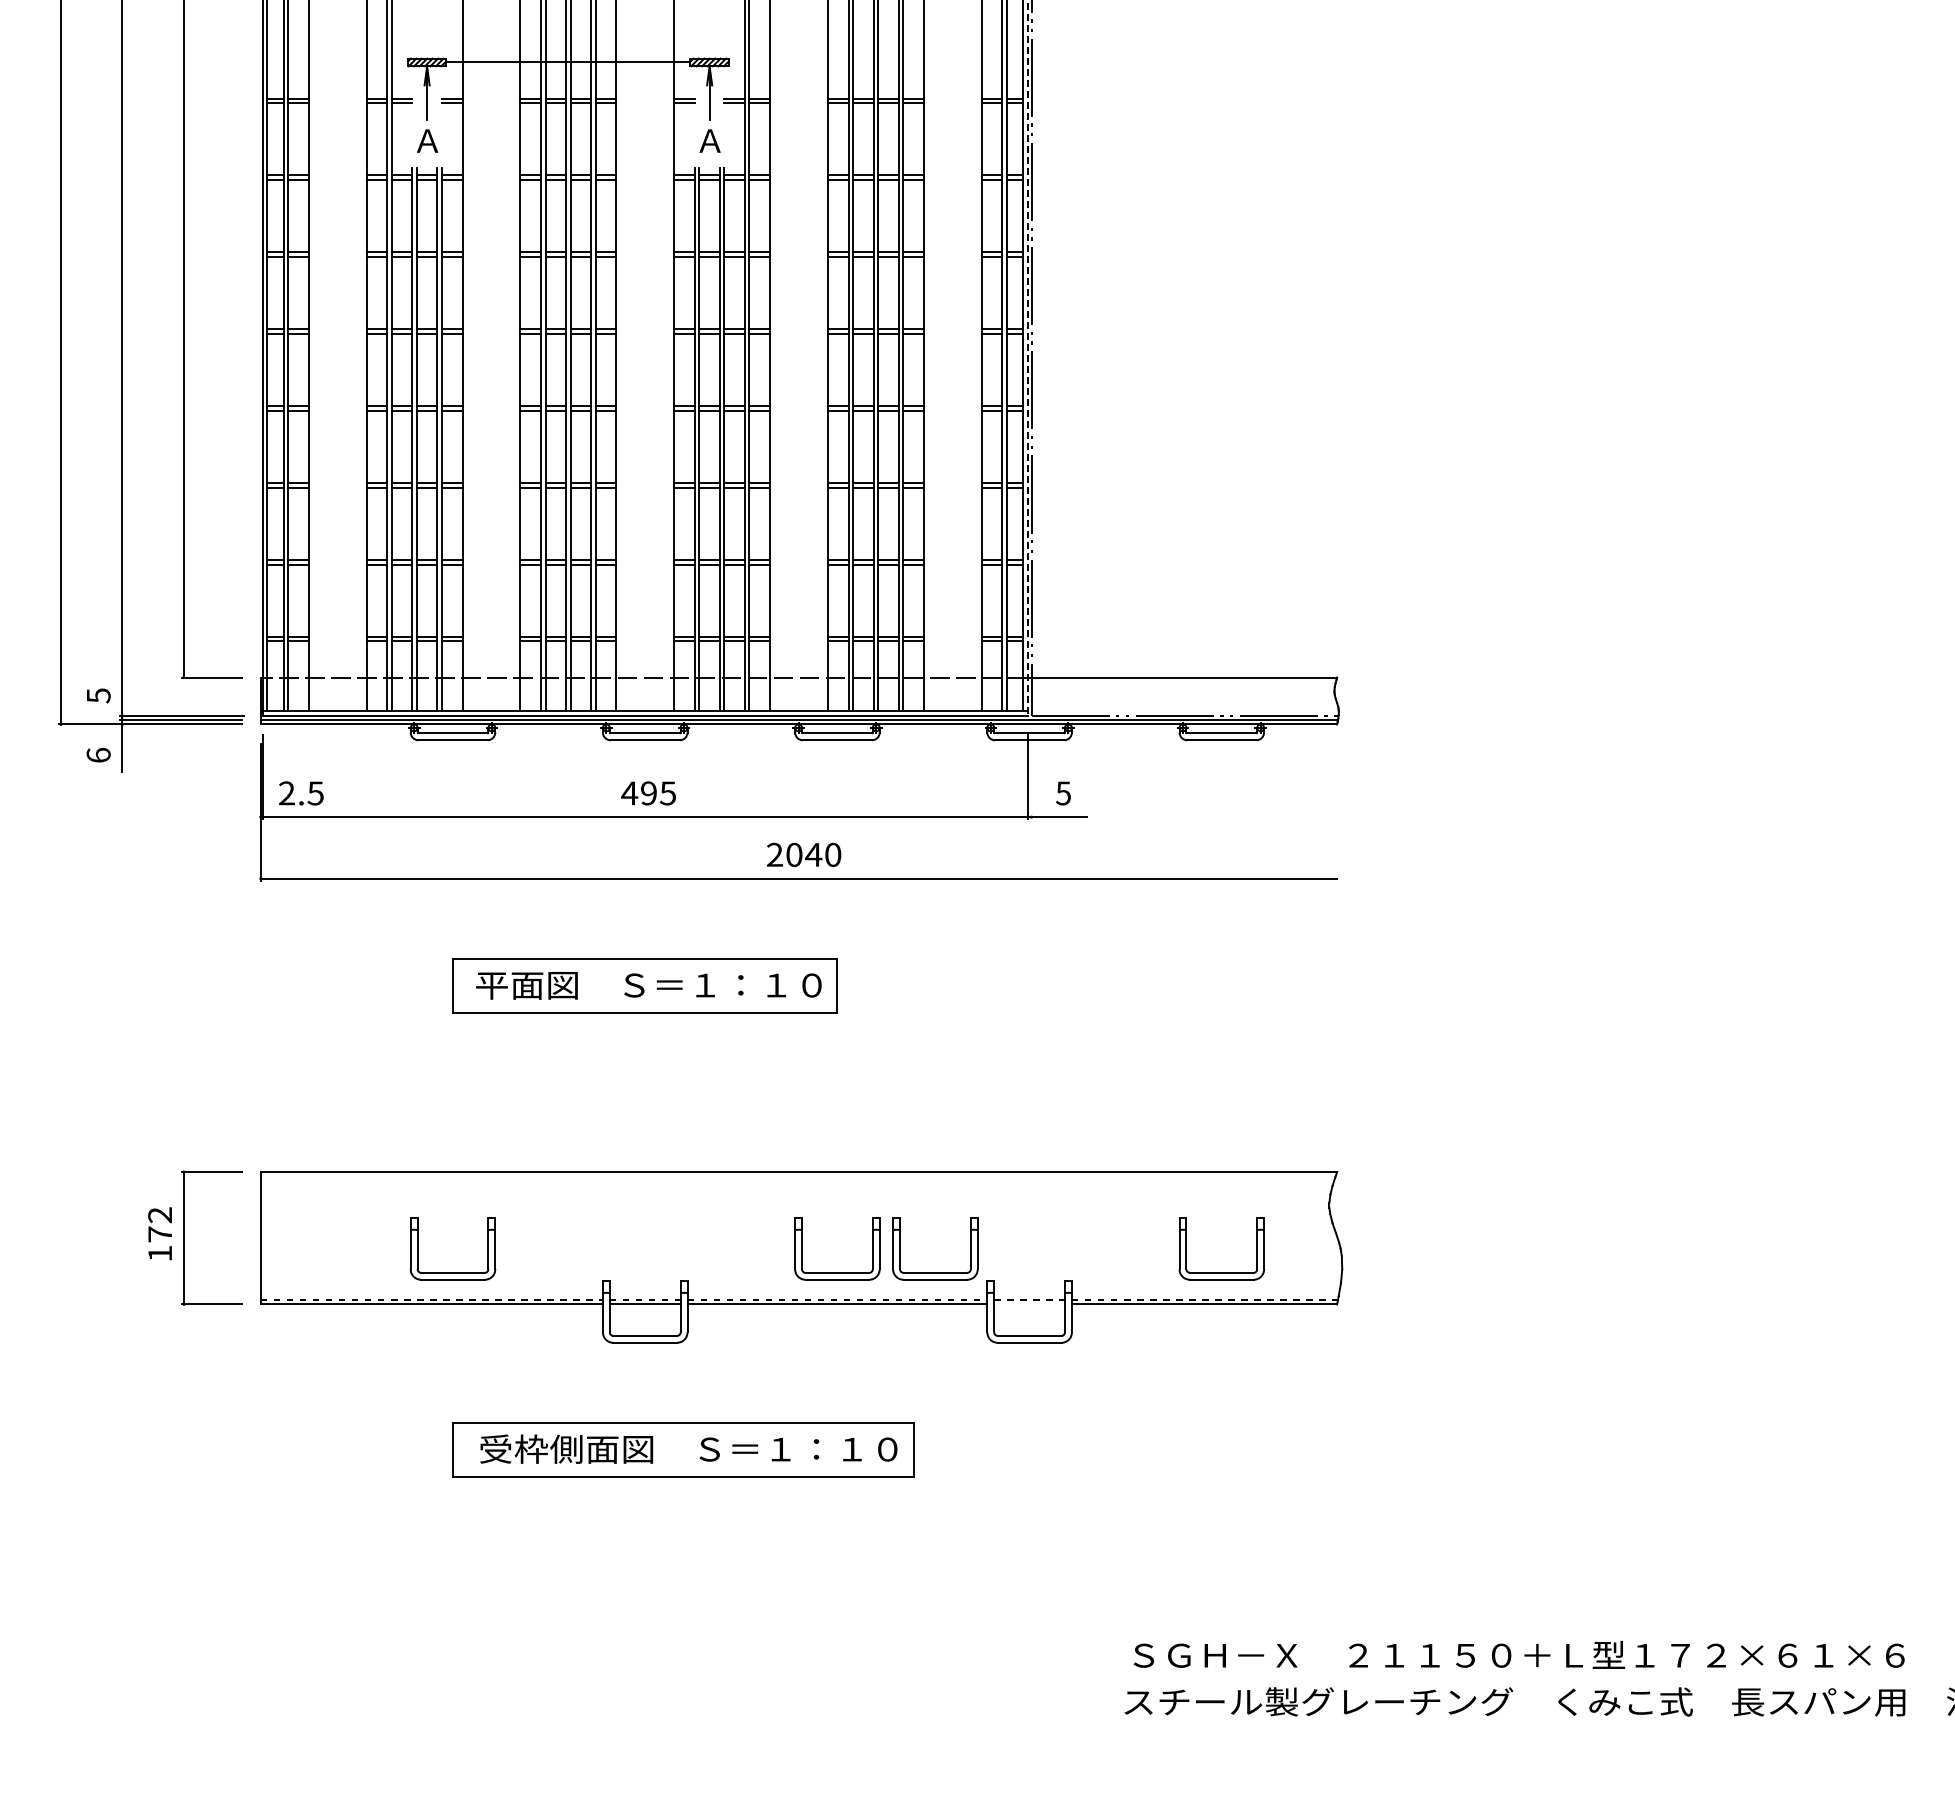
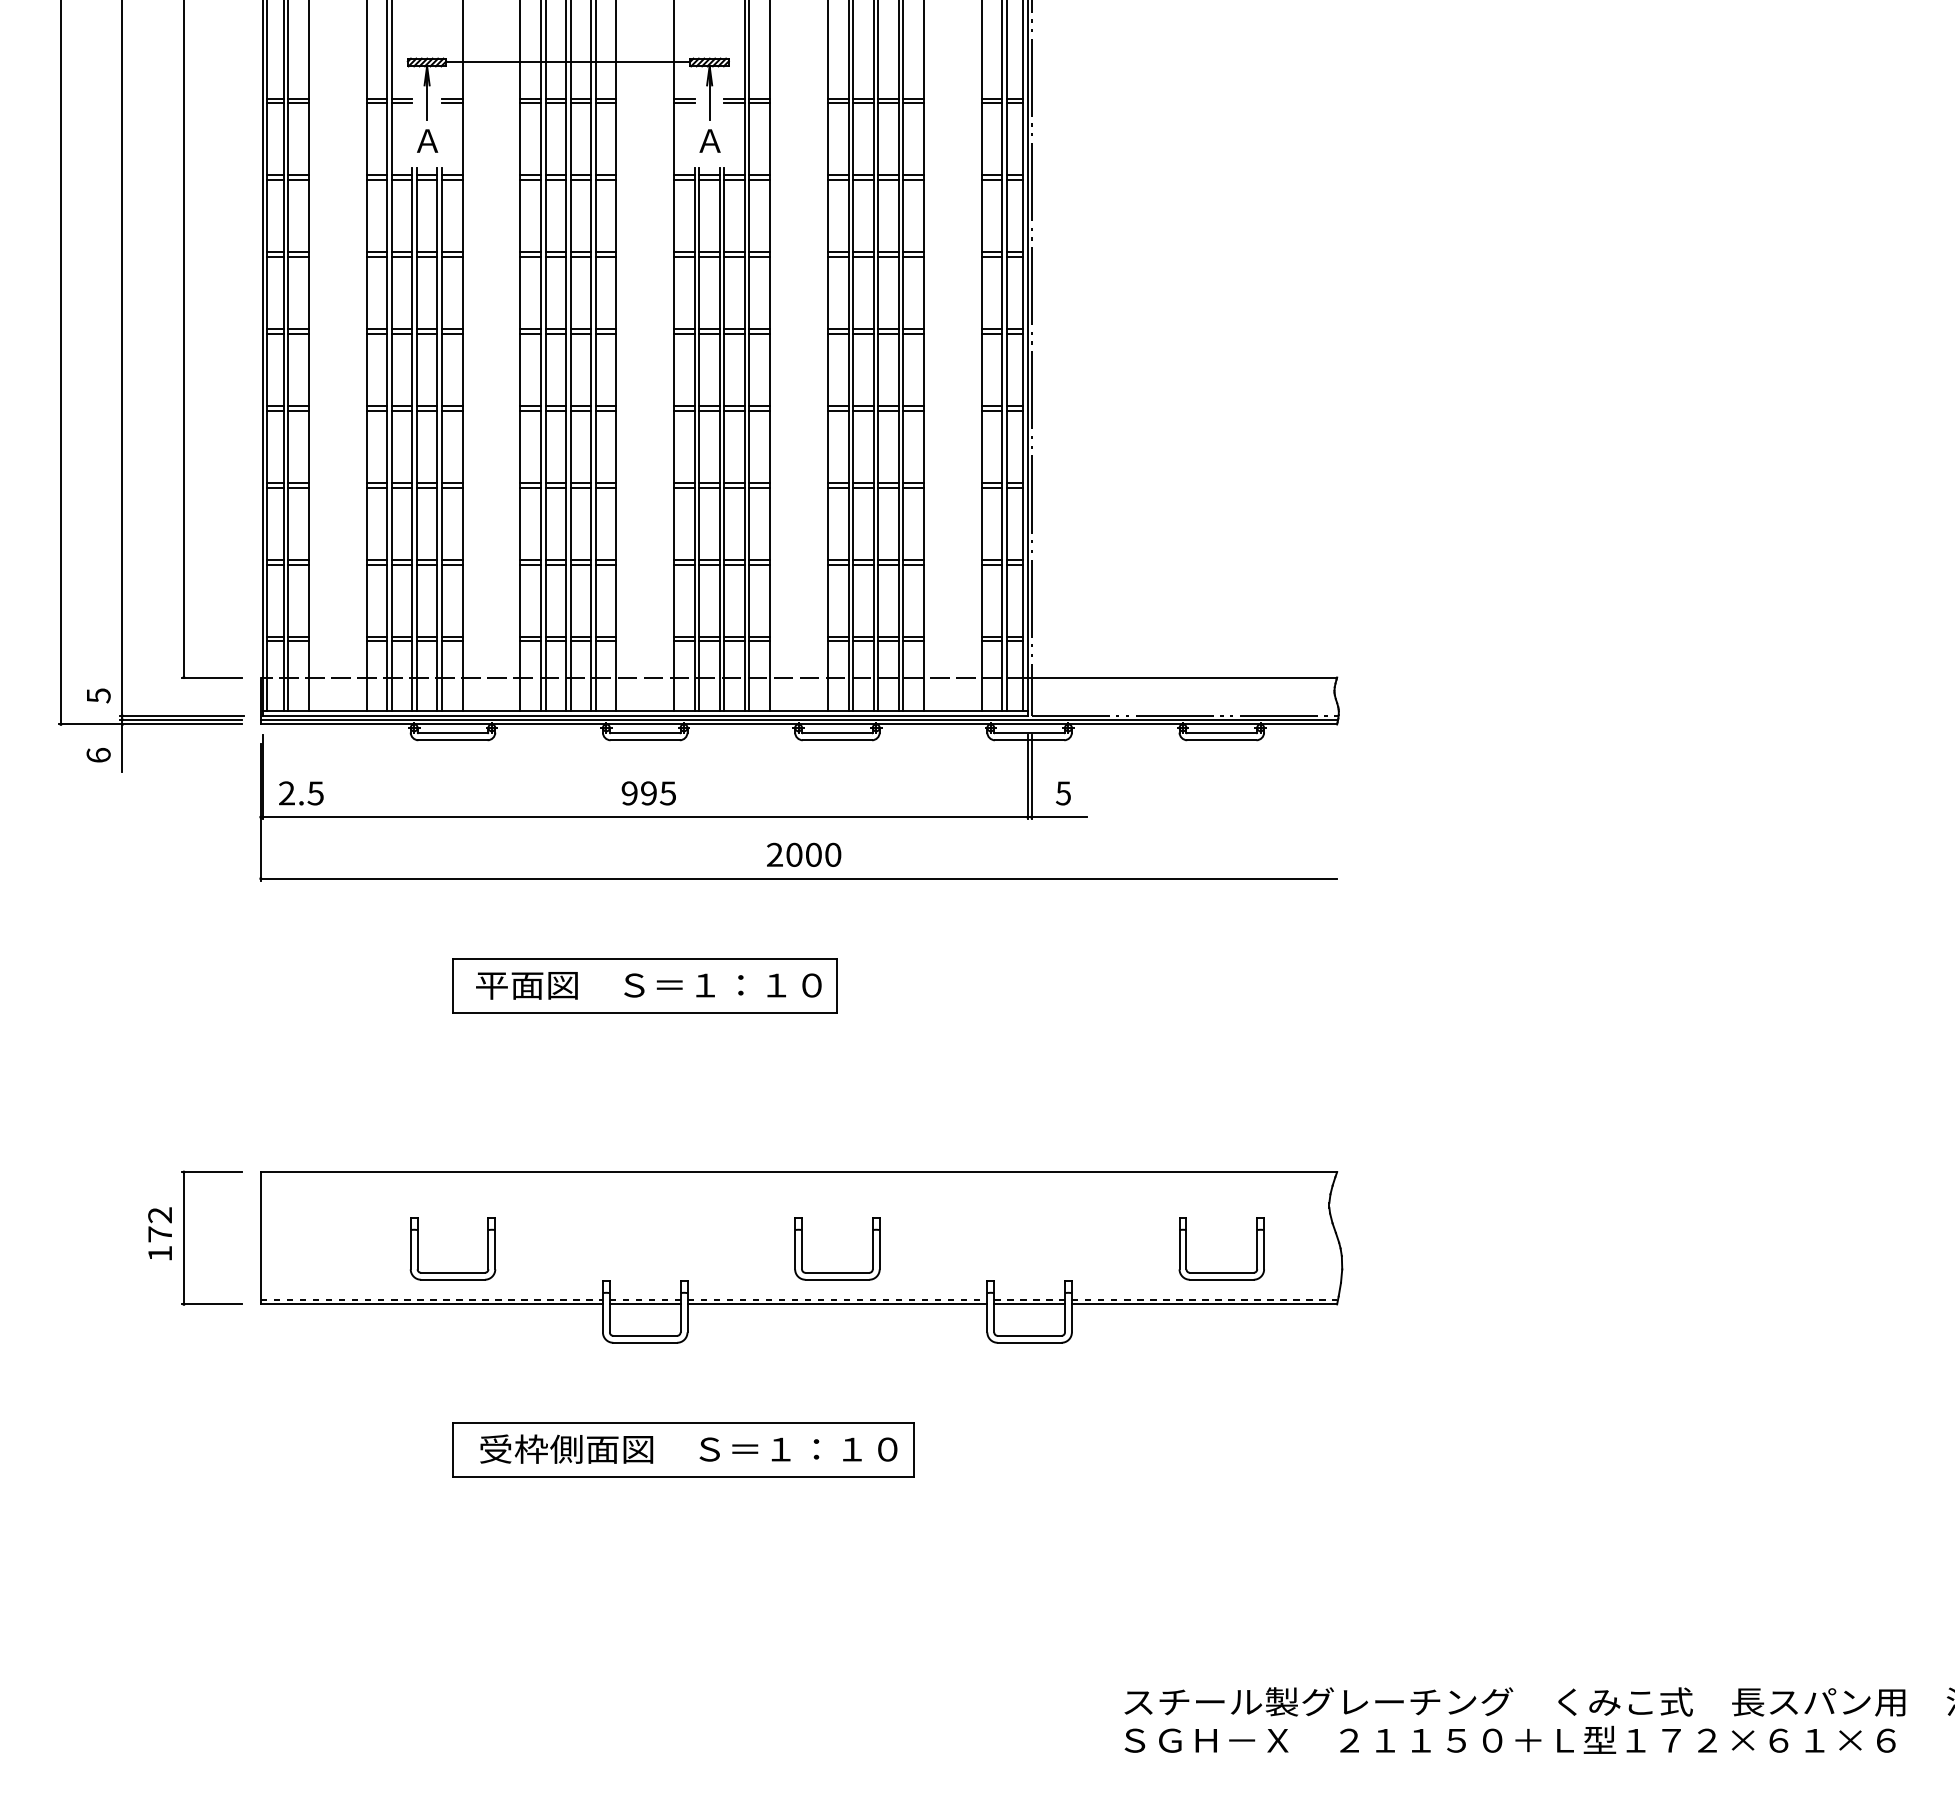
line at (1027, 358): dashed -> solid
line at (1031, 777): none -> present
text at (629, 793): 495 -> 995
text at (813, 854): 2040 -> 2000
part at (935, 1272): present -> none
line at (1029, 1304): none -> present
text at (1518, 1654) position: (1518, 1654) -> (1509, 1739)
